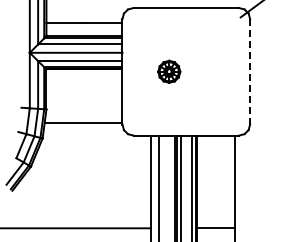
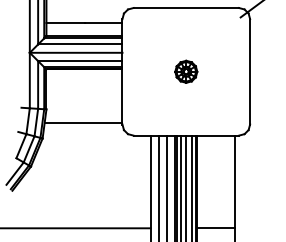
part at (169, 71) position: (169, 71) -> (186, 71)
line at (250, 71): dashed -> solid
line at (167, 186): none -> present
line at (186, 186): none -> present
